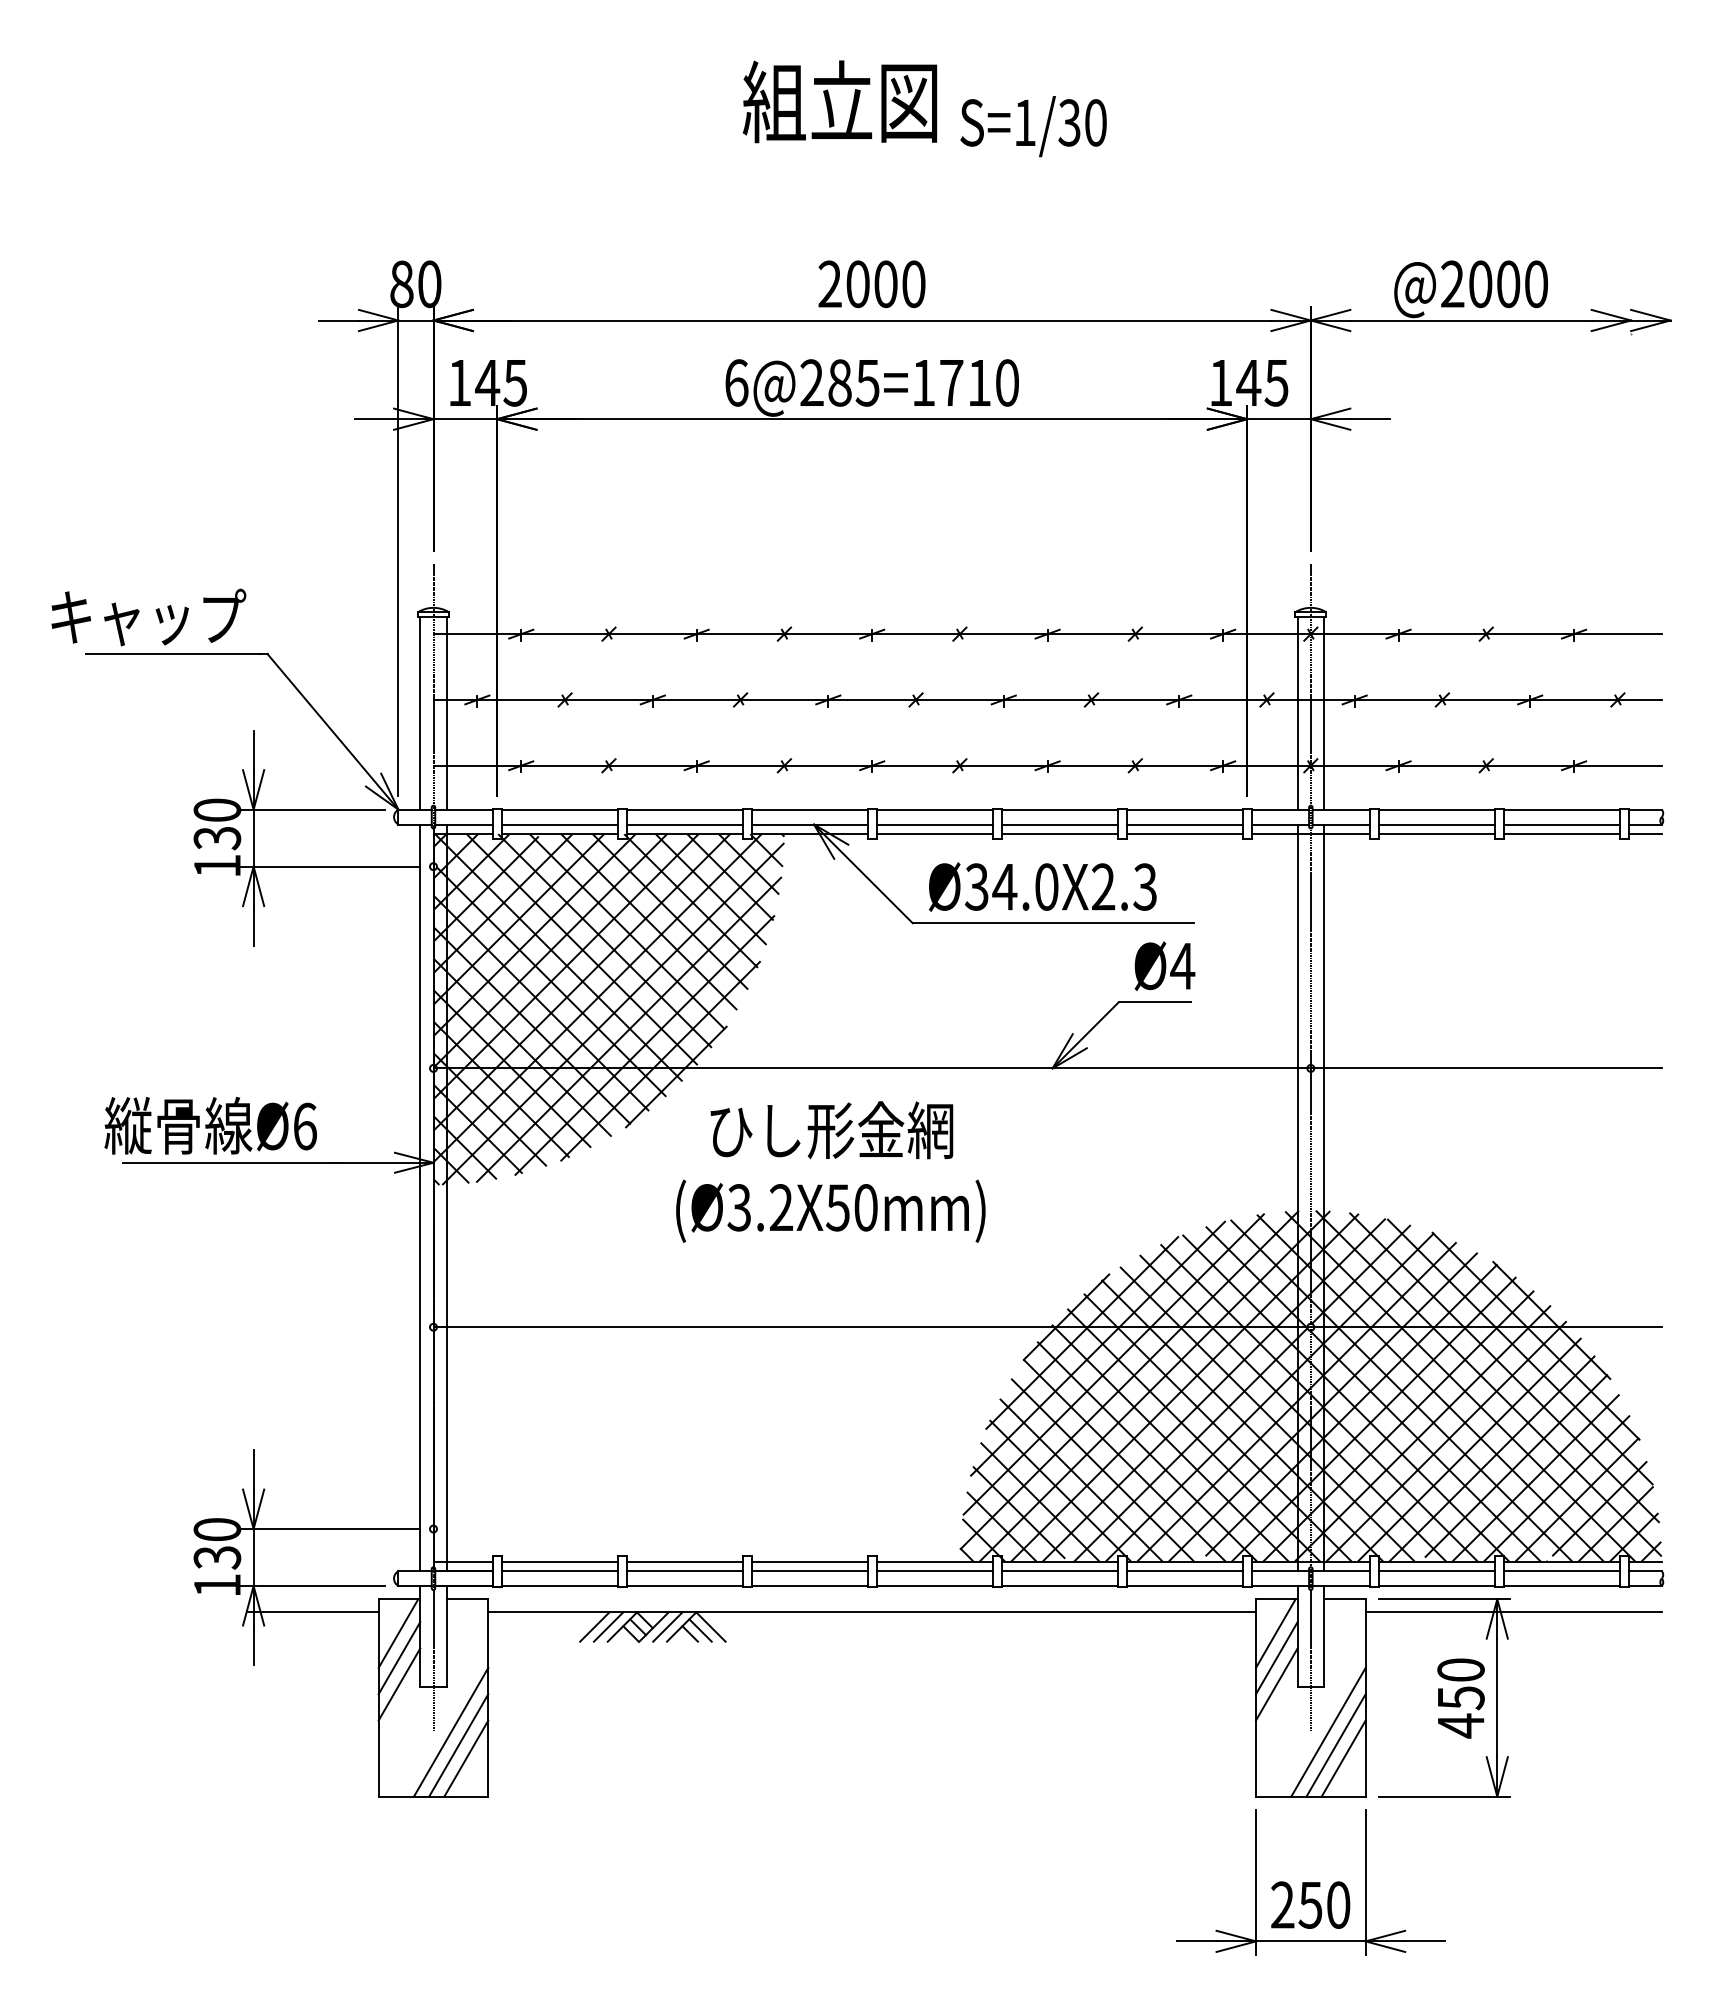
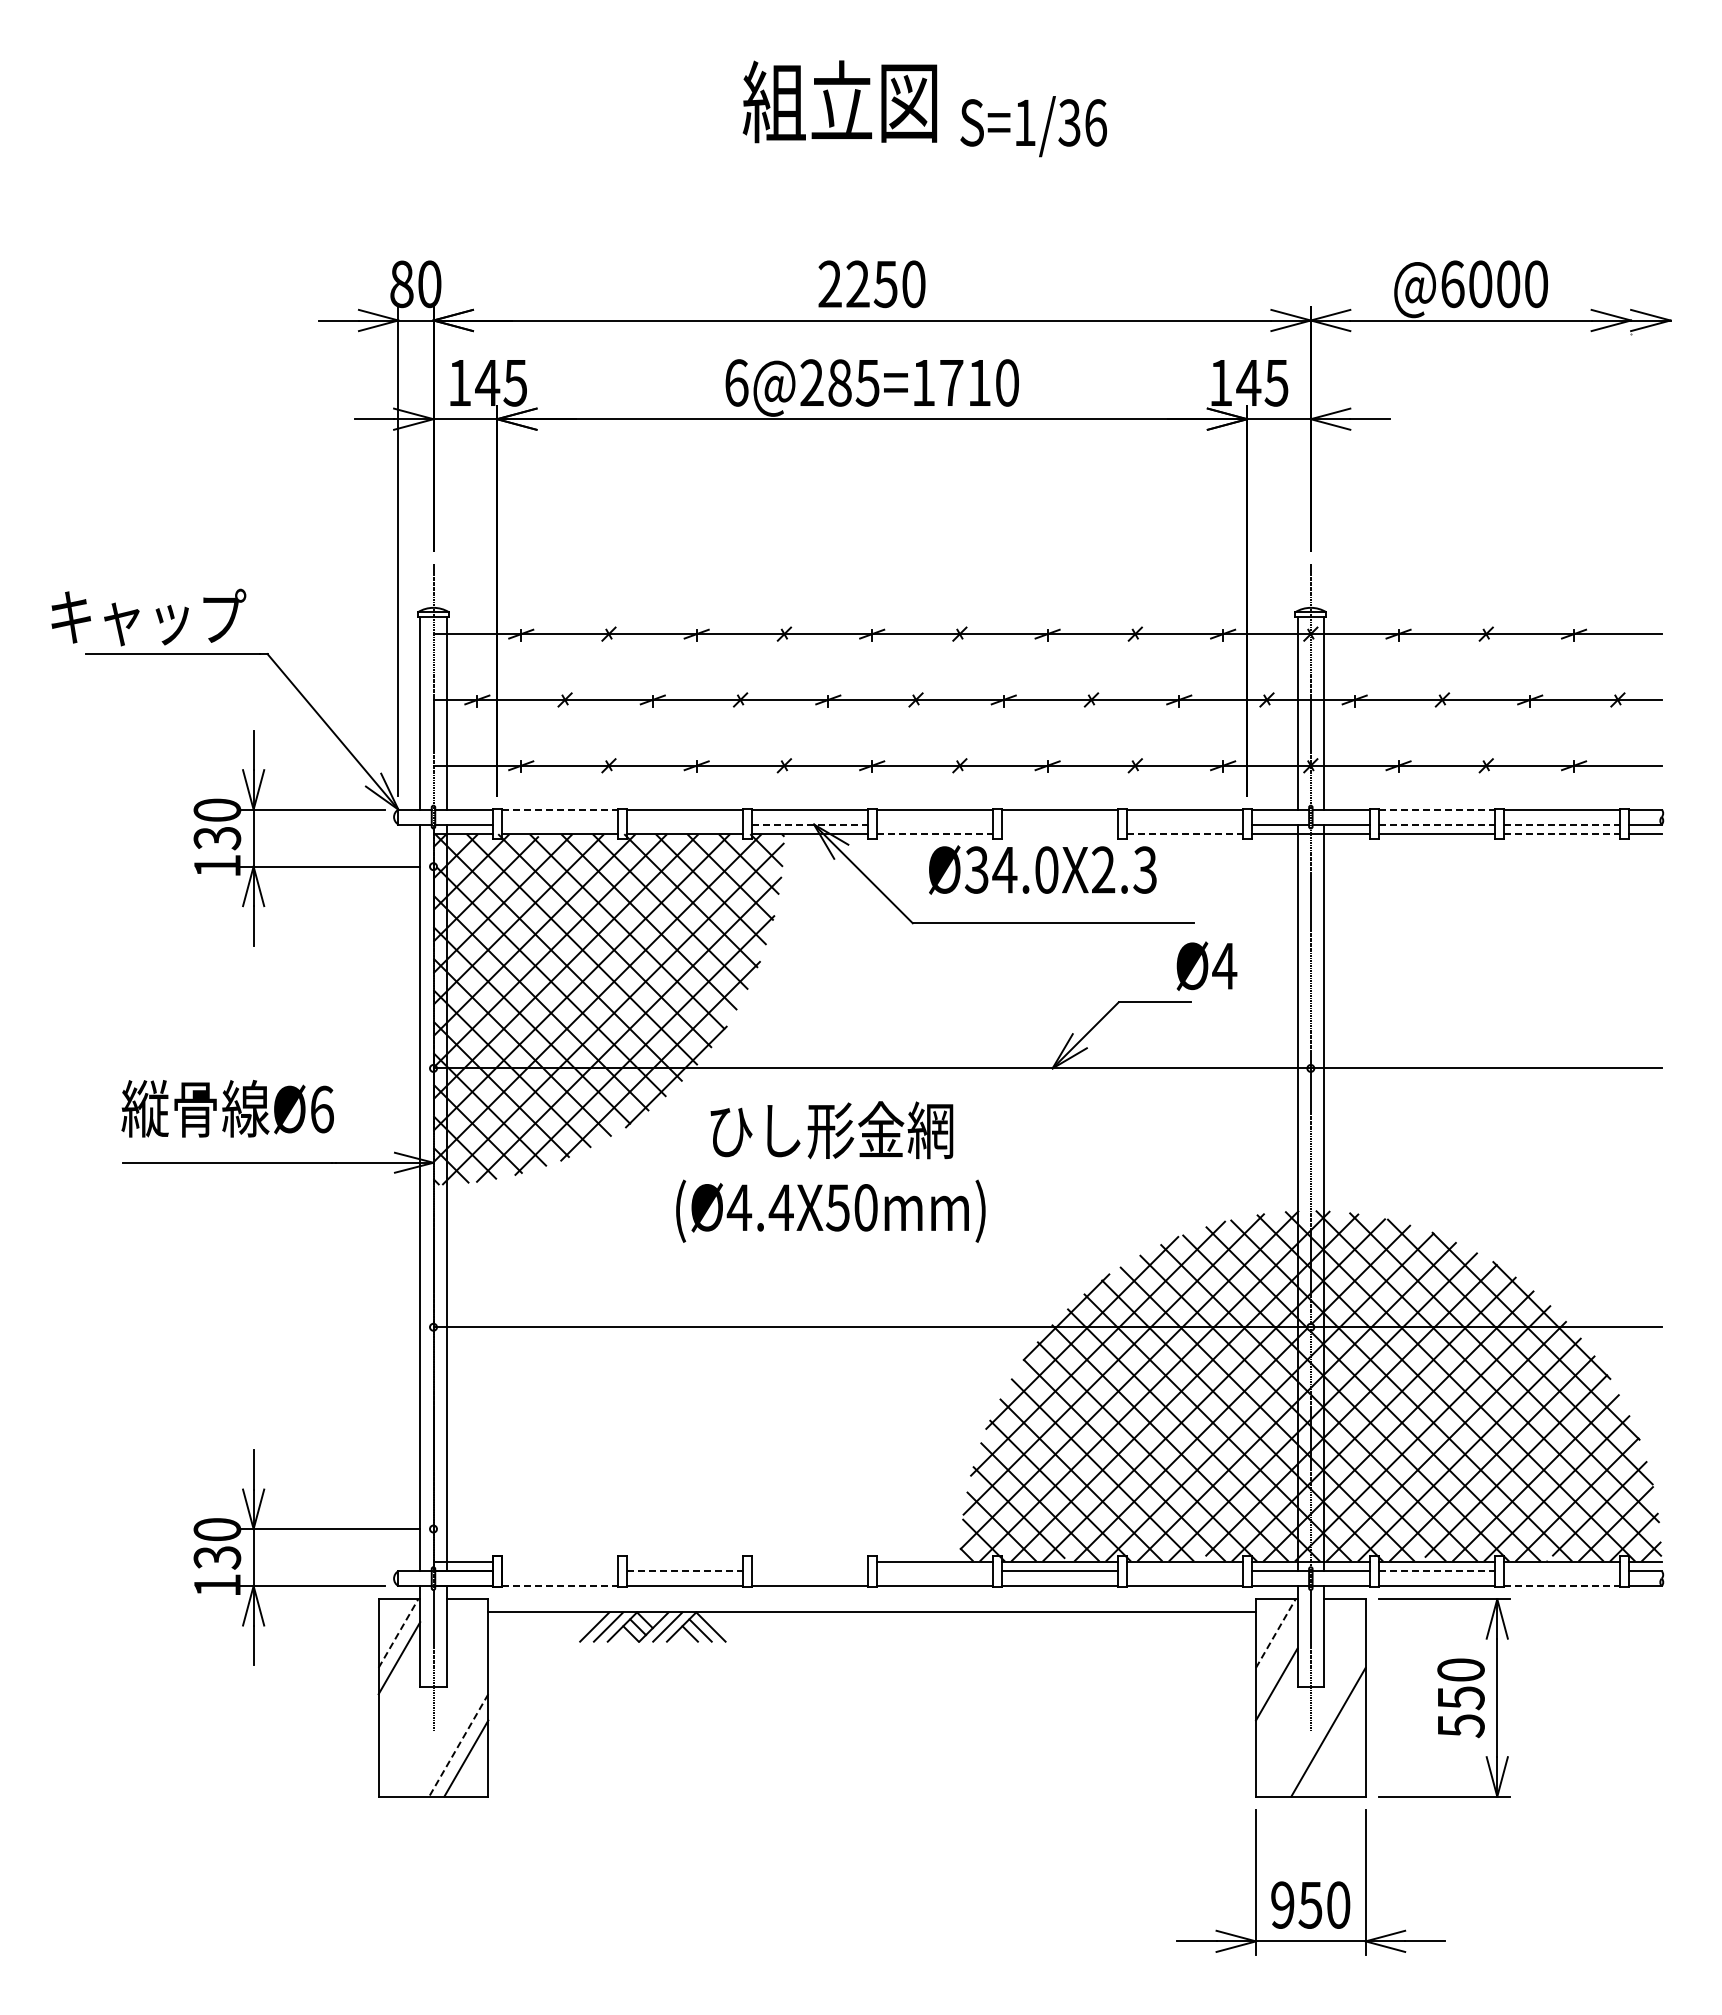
text at (1096, 122): S=1/30 -> S=1/36
text at (871, 284): 2000 -> 2250
text at (1452, 284): @2000 -> @6000
line at (560, 809): solid -> dashed
line at (1437, 809): solid -> dashed
line at (559, 824): present -> none
line at (684, 824): present -> none
line at (810, 824): solid -> dashed
line at (934, 824): present -> none
line at (1059, 824): present -> none
line at (1184, 824): present -> none
line at (1437, 824): solid -> dashed
line at (1562, 824): solid -> dashed
line at (935, 834): solid -> dashed
line at (1059, 834): present -> none
line at (1185, 834): solid -> dashed
line at (1562, 834): solid -> dashed
text at (1042, 886) position: (1042, 886) -> (1042, 869)
text at (1164, 965) position: (1164, 965) -> (1206, 965)
text at (210, 1125) position: (210, 1125) -> (227, 1108)
text at (759, 1207): (Ø3.2X50mm) -> (Ø4.4X50mm)
line at (559, 1561): present -> none
line at (684, 1561): present -> none
line at (809, 1561): present -> none
line at (559, 1571): present -> none
line at (685, 1571): solid -> dashed
line at (809, 1571): present -> none
line at (934, 1571): present -> none
line at (1184, 1571): present -> none
line at (1437, 1571): solid -> dashed
line at (1561, 1571): present -> none
line at (560, 1586): solid -> dashed
line at (1562, 1586): solid -> dashed
line at (312, 1612): present -> none
line at (1513, 1612): present -> none
line at (398, 1633): solid -> dashed
line at (1275, 1633): solid -> dashed
line at (1276, 1658): present -> none
line at (399, 1684): present -> none
text at (1461, 1725): 450 -> 550
line at (451, 1731): present -> none
line at (458, 1745): solid -> dashed
line at (1335, 1745): present -> none
line at (1343, 1758): present -> none
text at (1282, 1905): 250 -> 950
